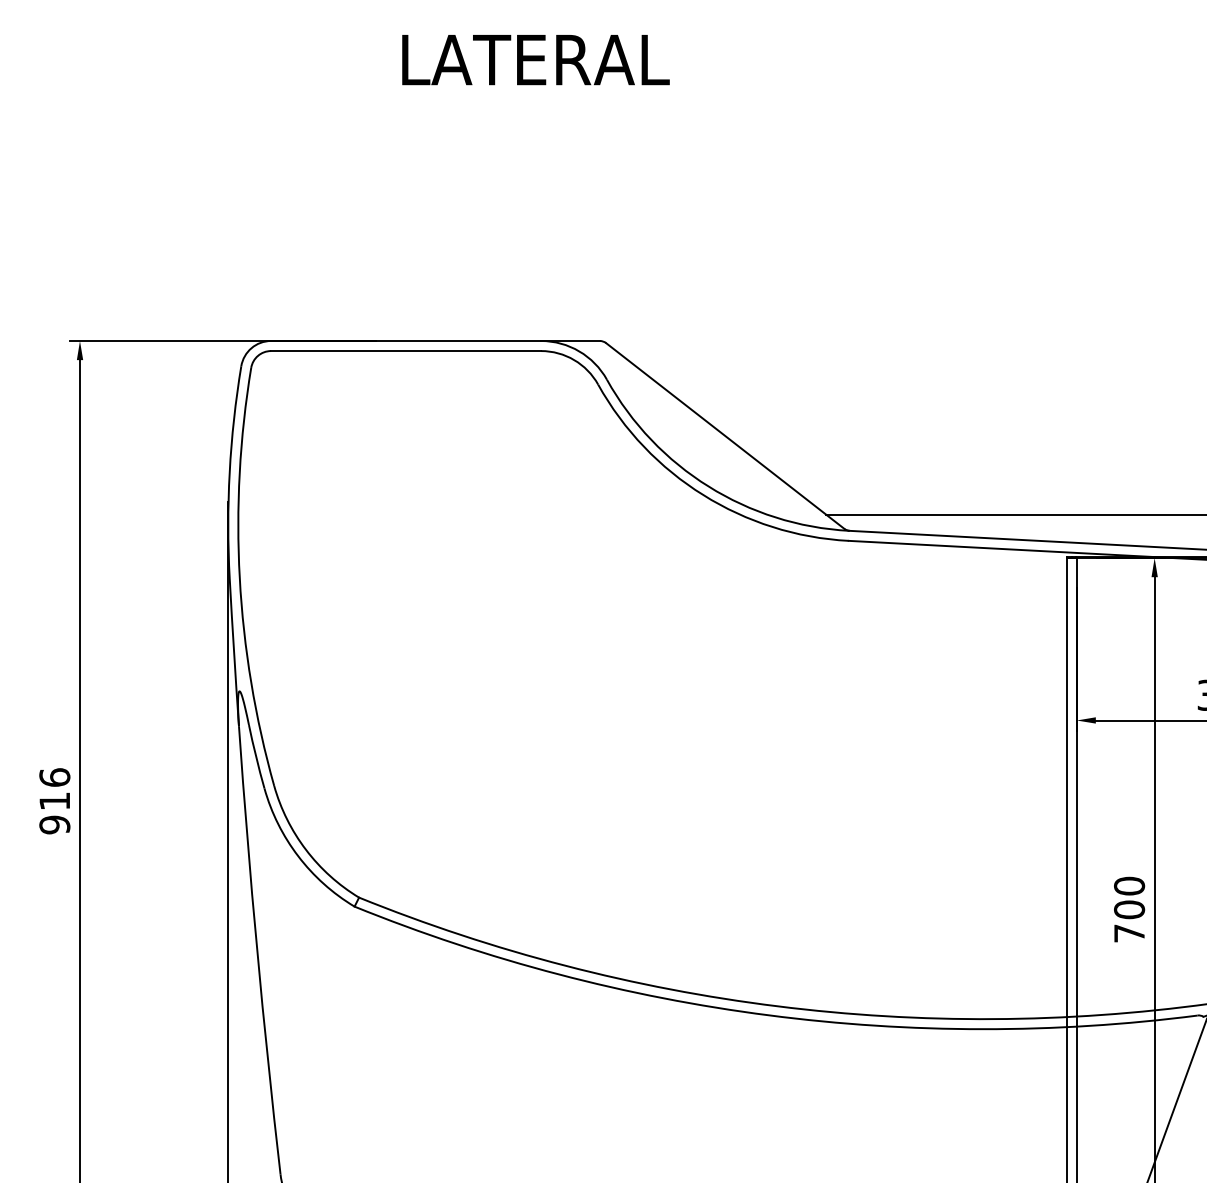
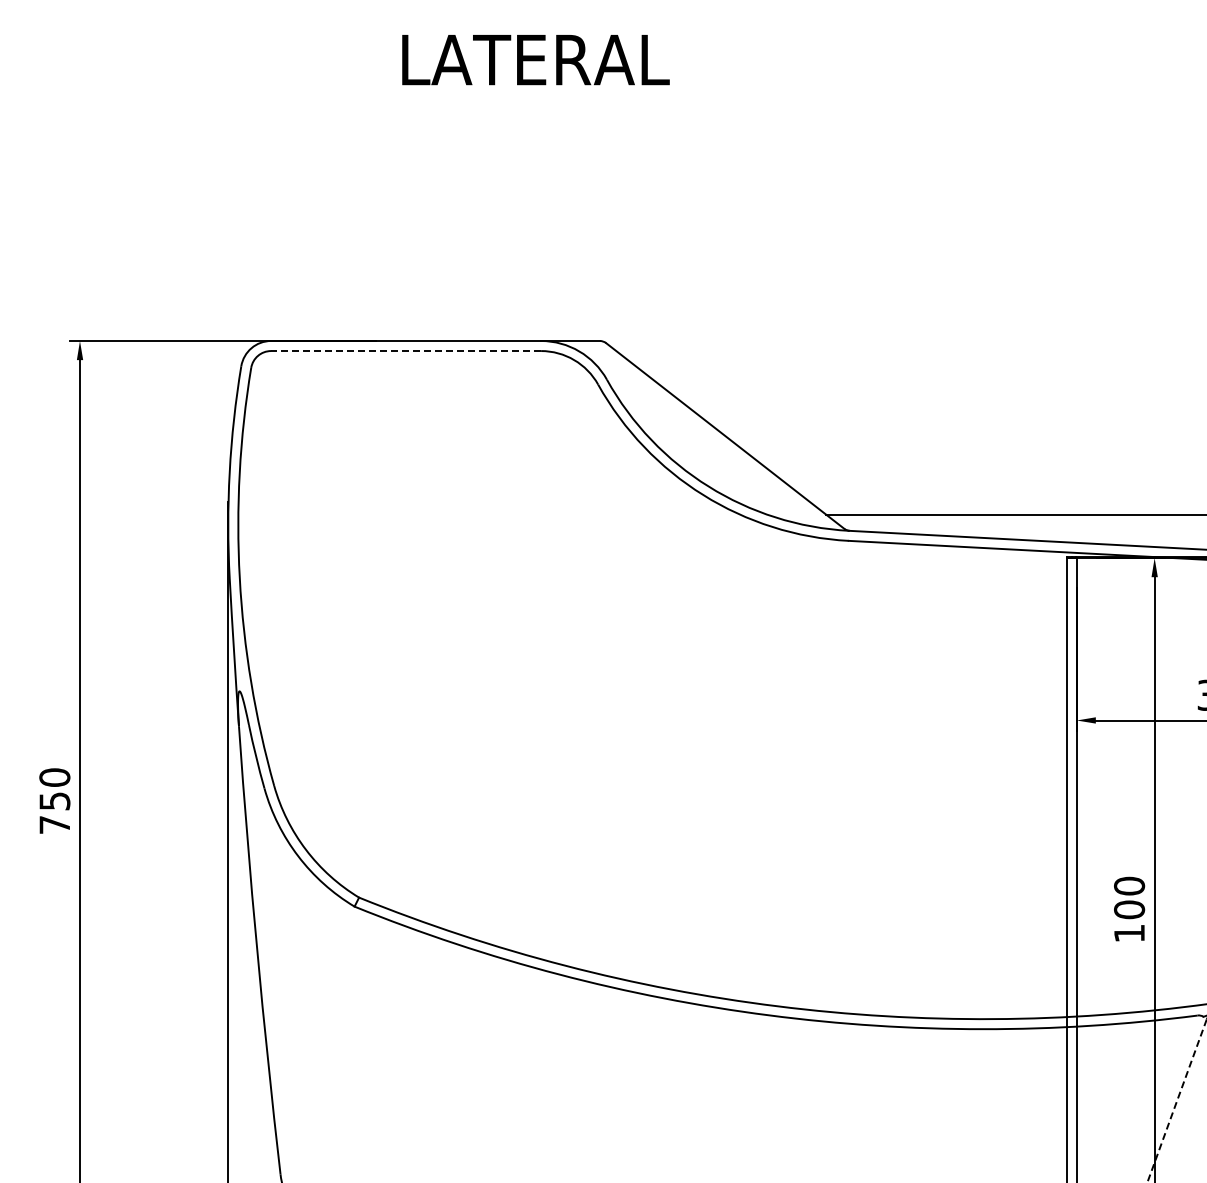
line at (405, 351): solid -> dashed
text at (54, 801): 916 -> 750
text at (1129, 933): 700 -> 100
line at (1176, 1101): solid -> dashed
